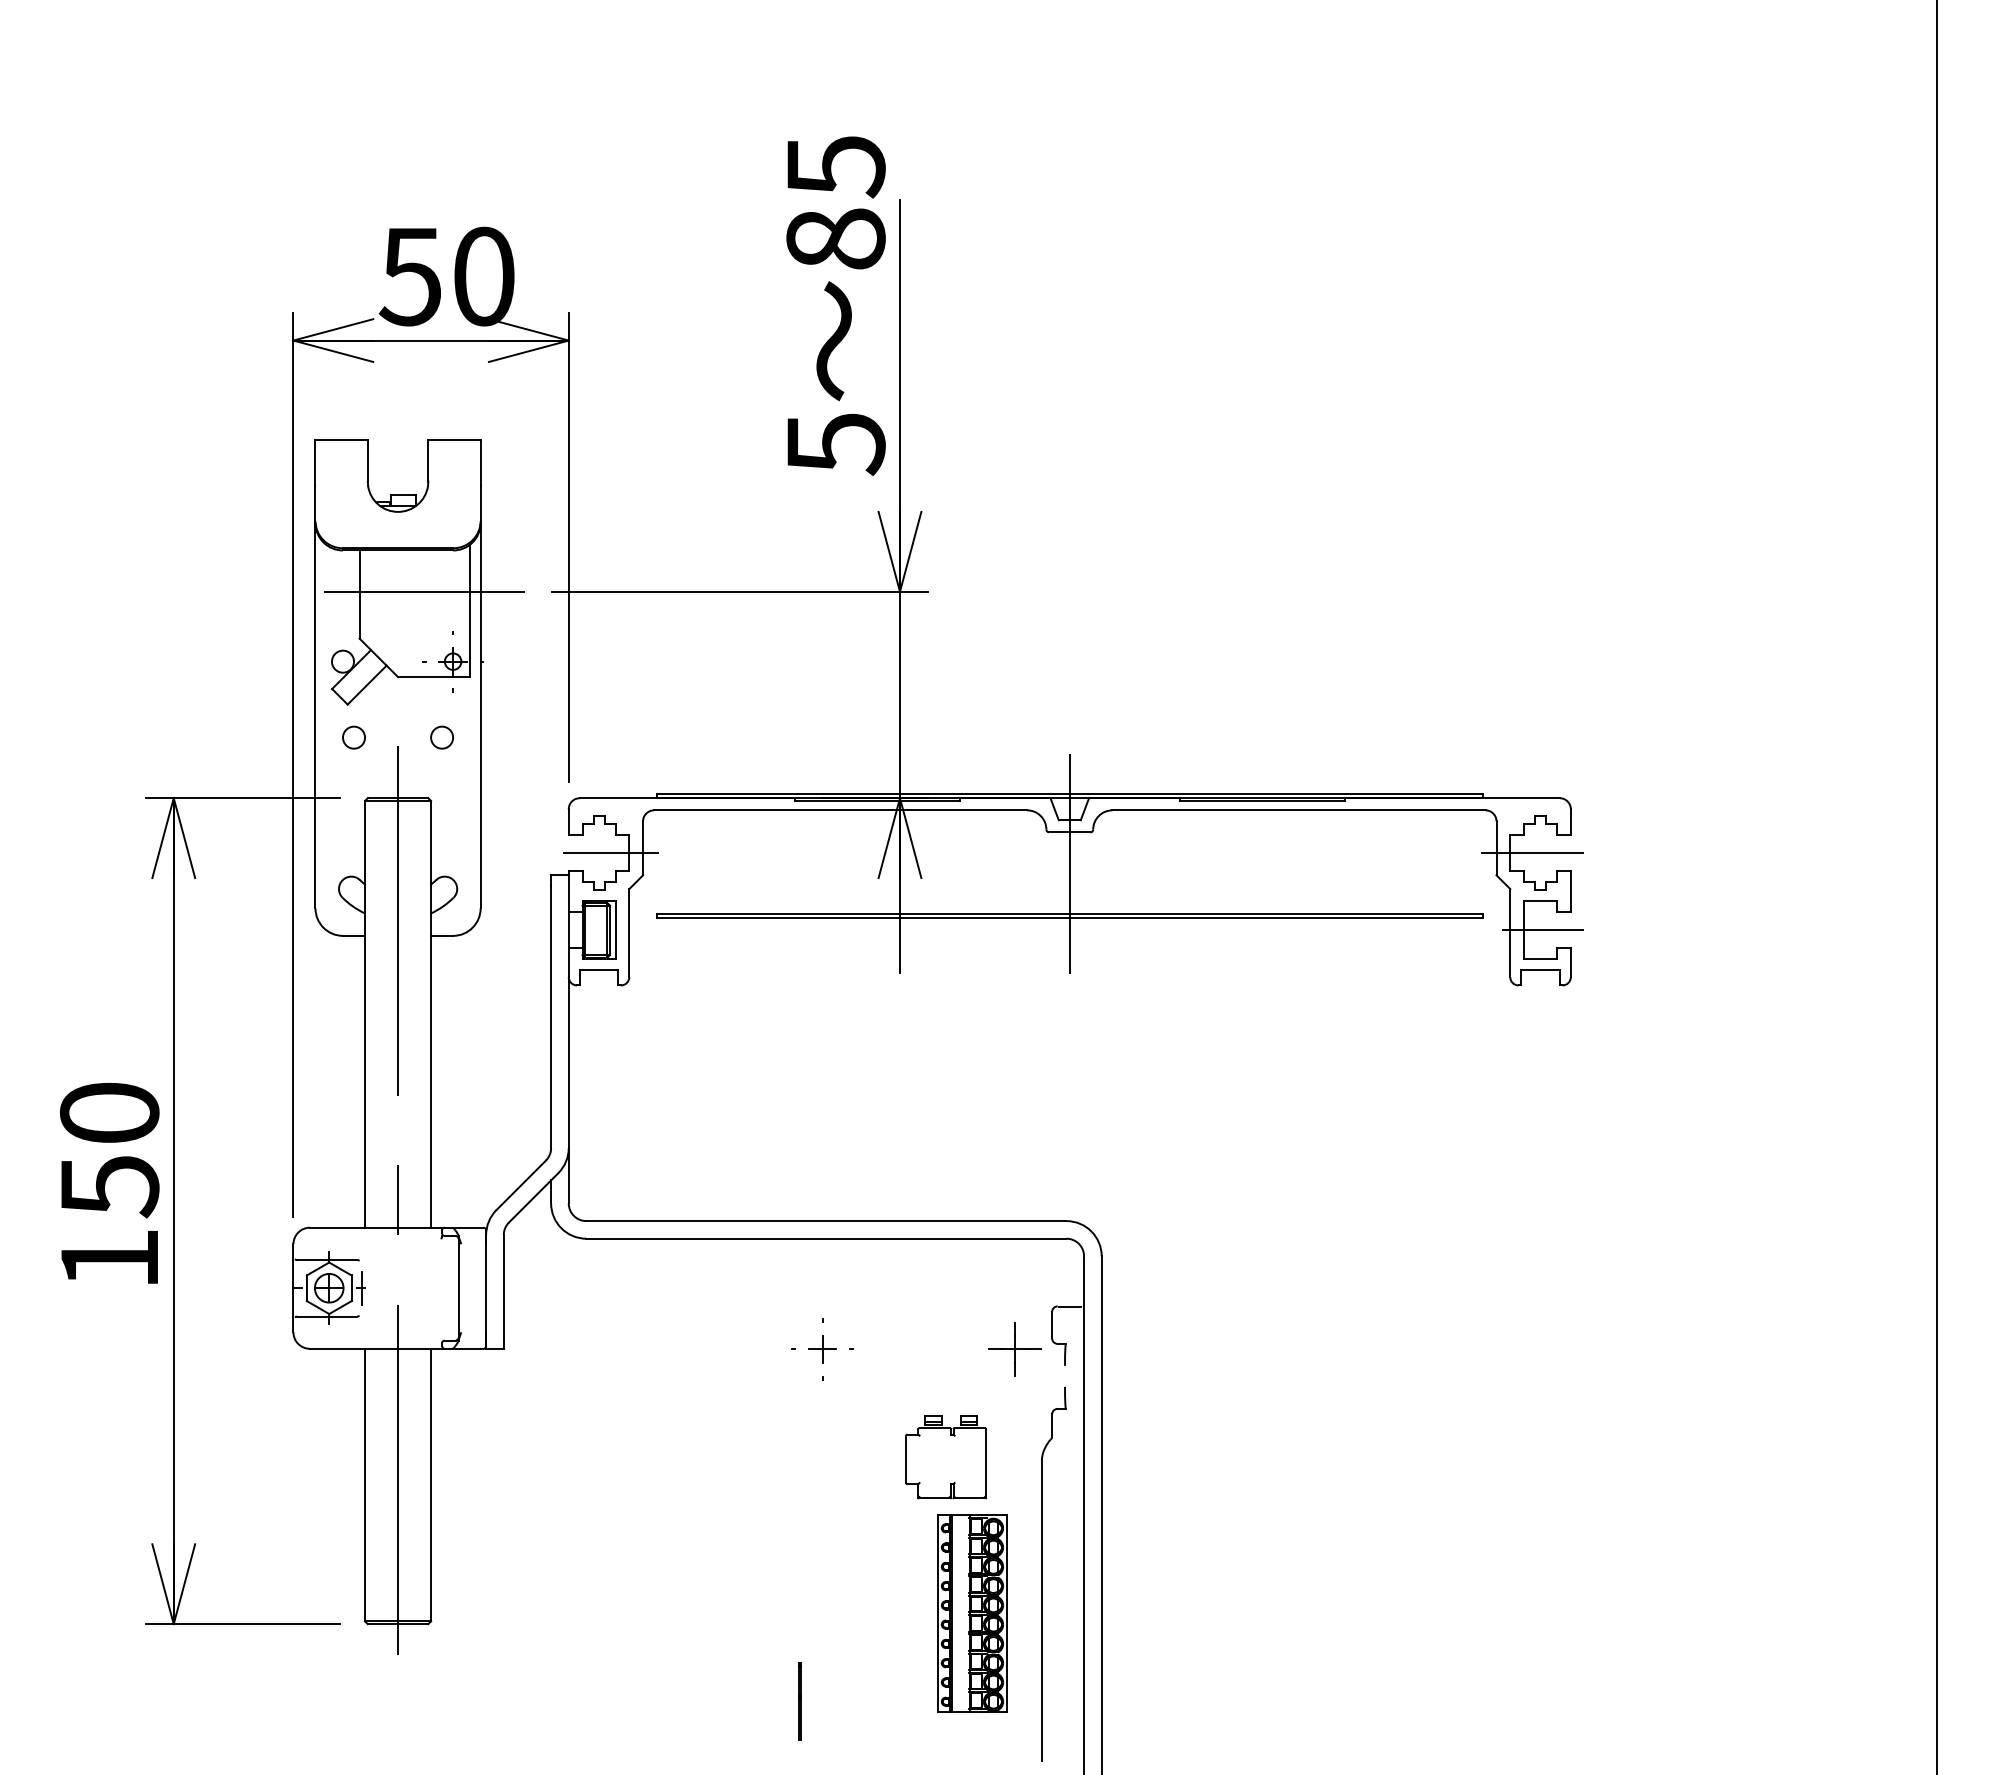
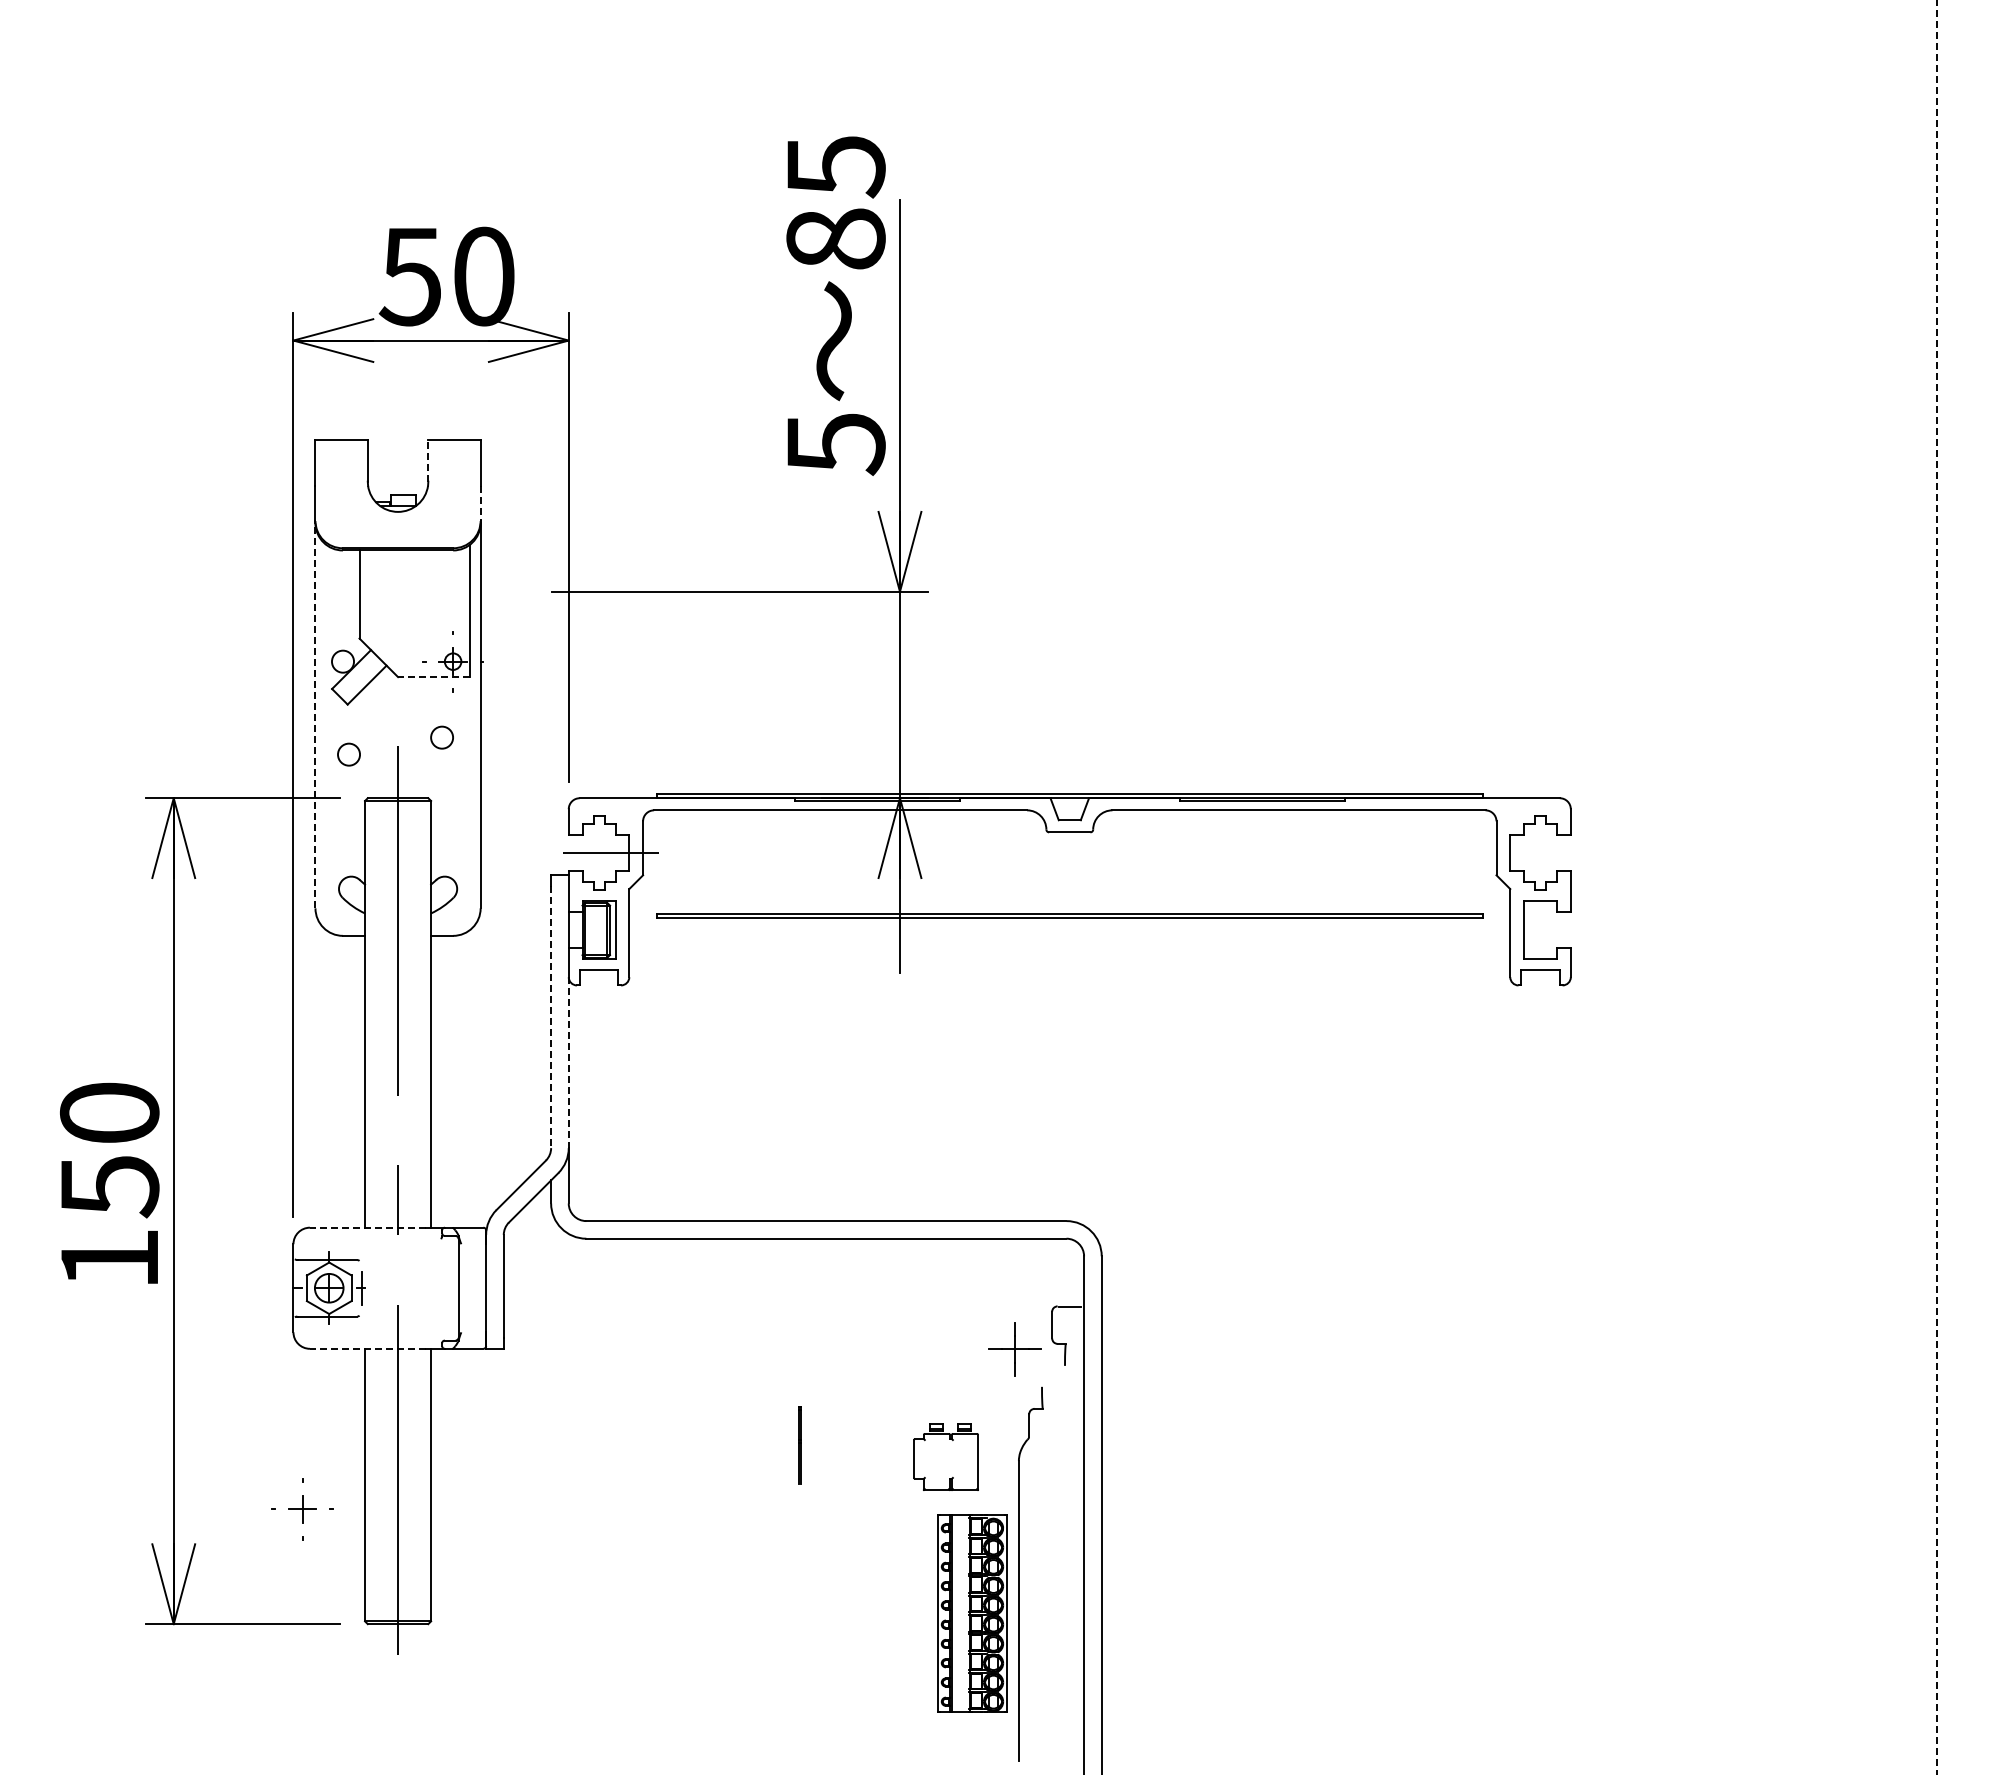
line at (428, 460): solid -> dashed
line at (480, 503): solid -> dashed
line at (423, 591): present -> none
line at (433, 677): solid -> dashed
line at (315, 715): solid -> dashed
circle at (353, 737) position: (353, 737) -> (348, 754)
line at (1531, 853): present -> none
line at (1069, 864): present -> none
line at (1937, 887): solid -> dashed
line at (1542, 930): present -> none
line at (551, 1017): solid -> dashed
line at (568, 1063): solid -> dashed
line at (367, 1227): solid -> dashed
line at (367, 1348): solid -> dashed
part at (822, 1349) position: (822, 1349) -> (302, 1509)
part at (945, 1457) size: 82x85 px -> 66x68 px
part at (1042, 1573) position: (1042, 1573) -> (1019, 1573)
line at (799, 1701) position: (799, 1701) -> (799, 1445)
